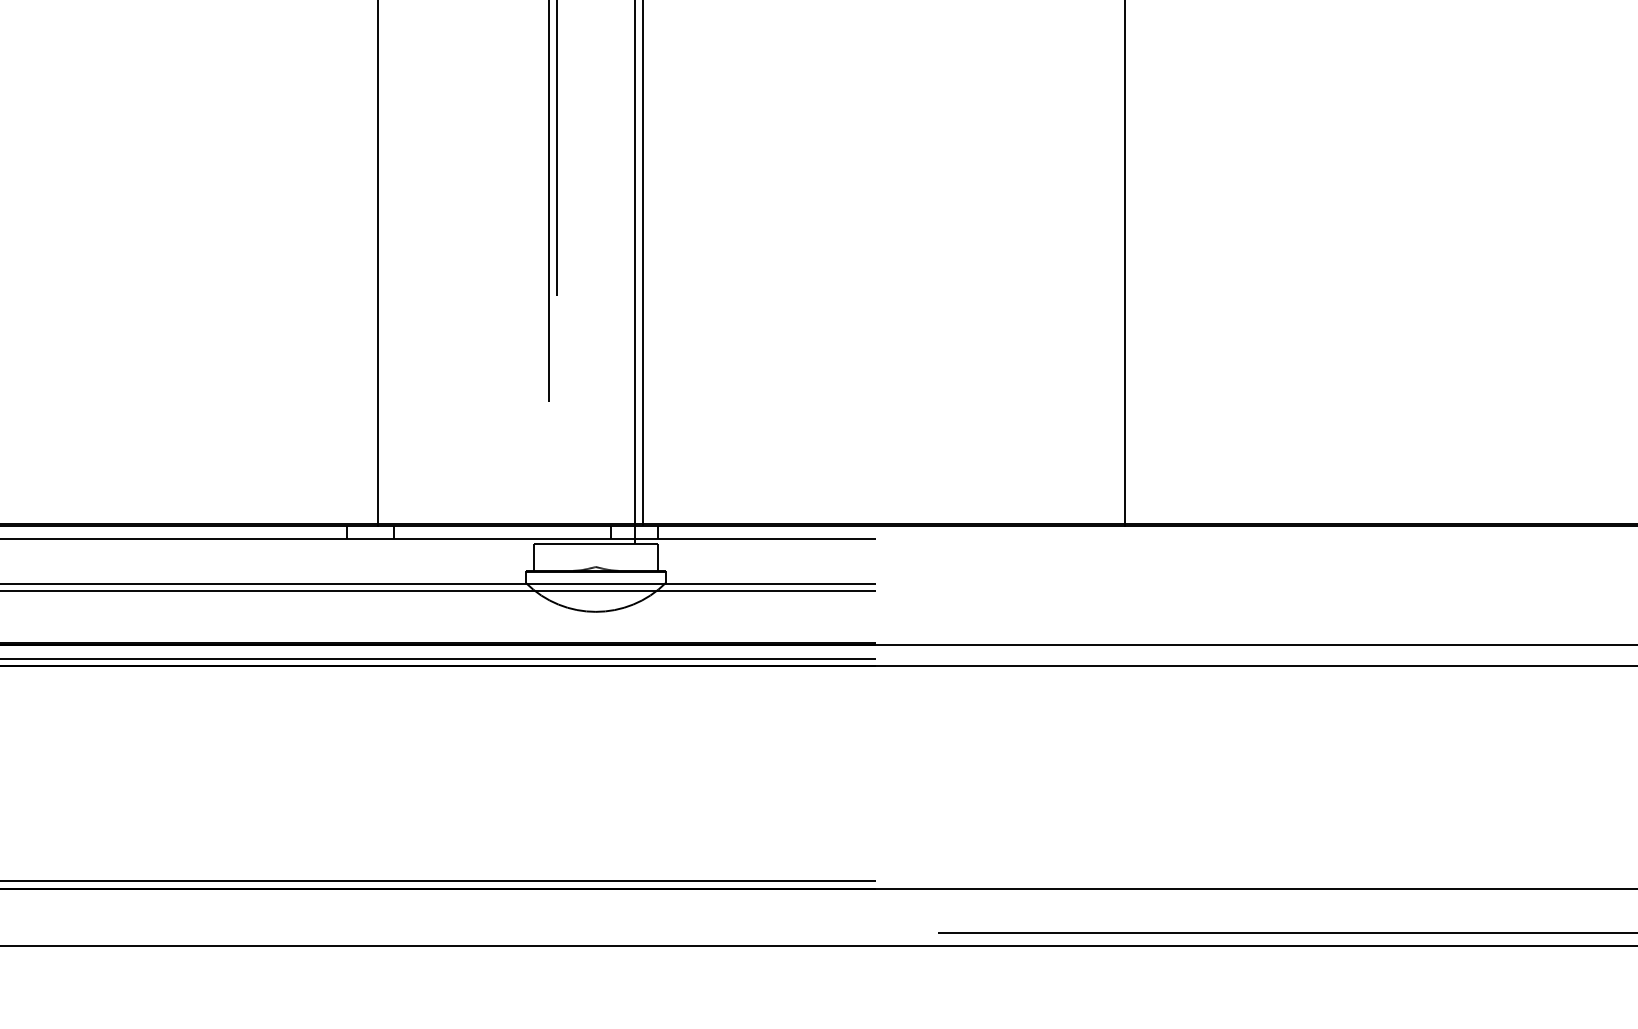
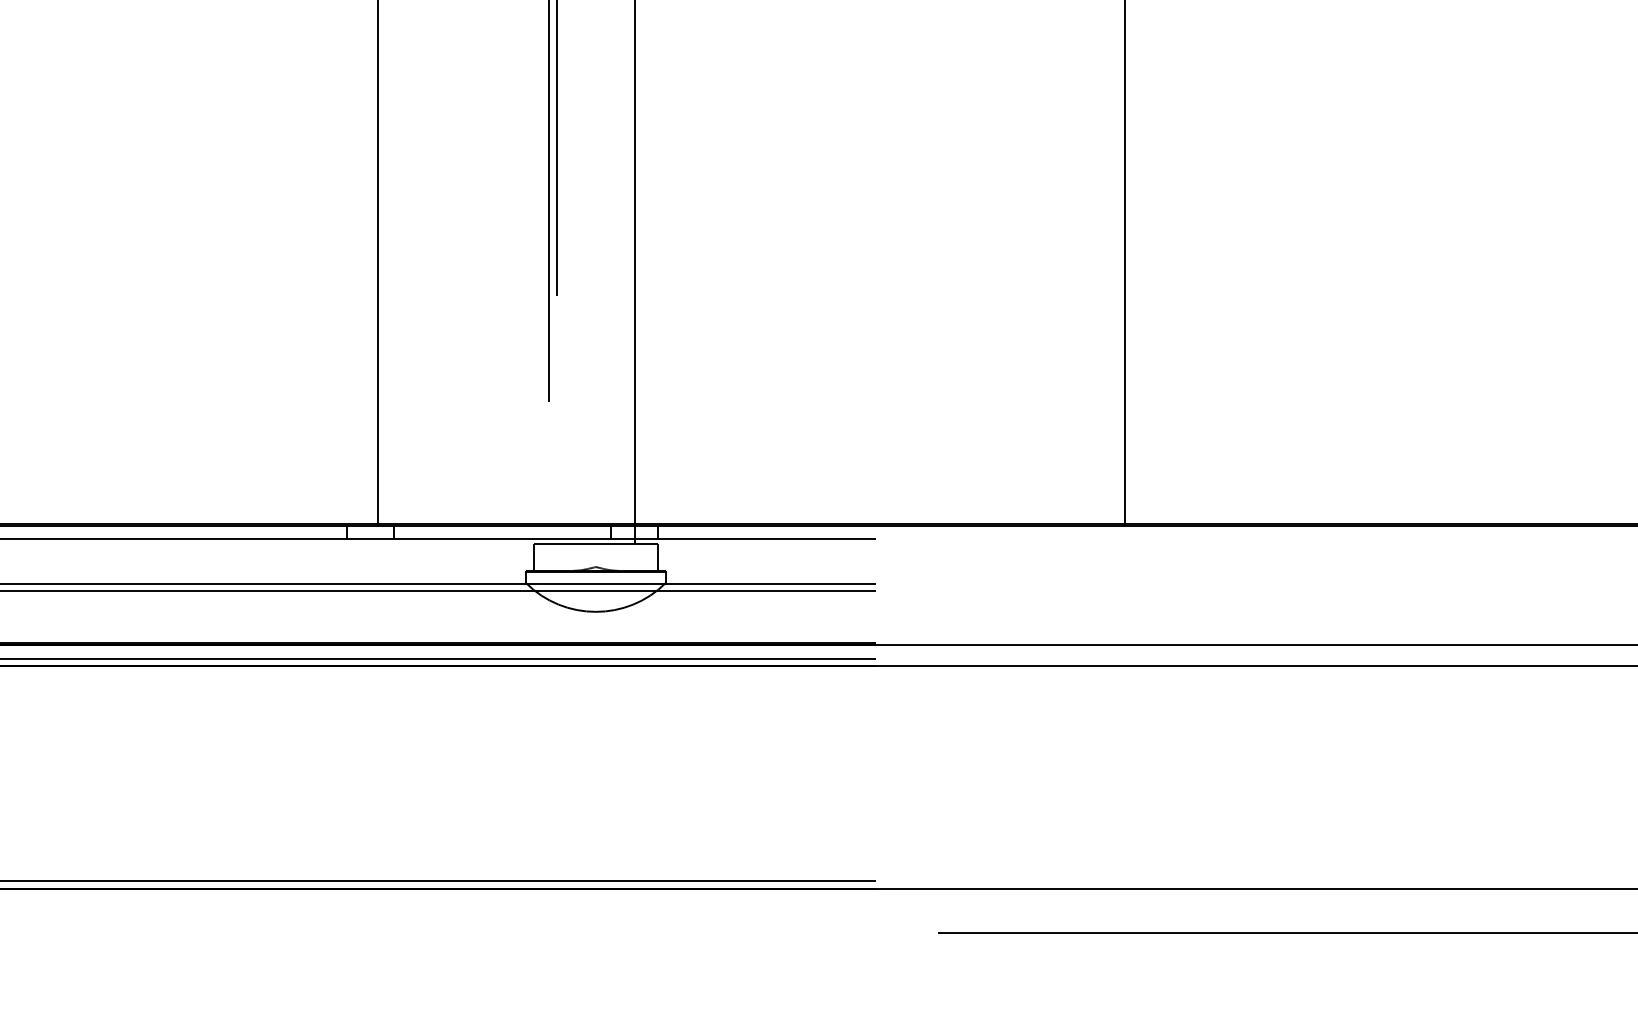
line at (642, 264): present -> none
line at (818, 946): present -> none
